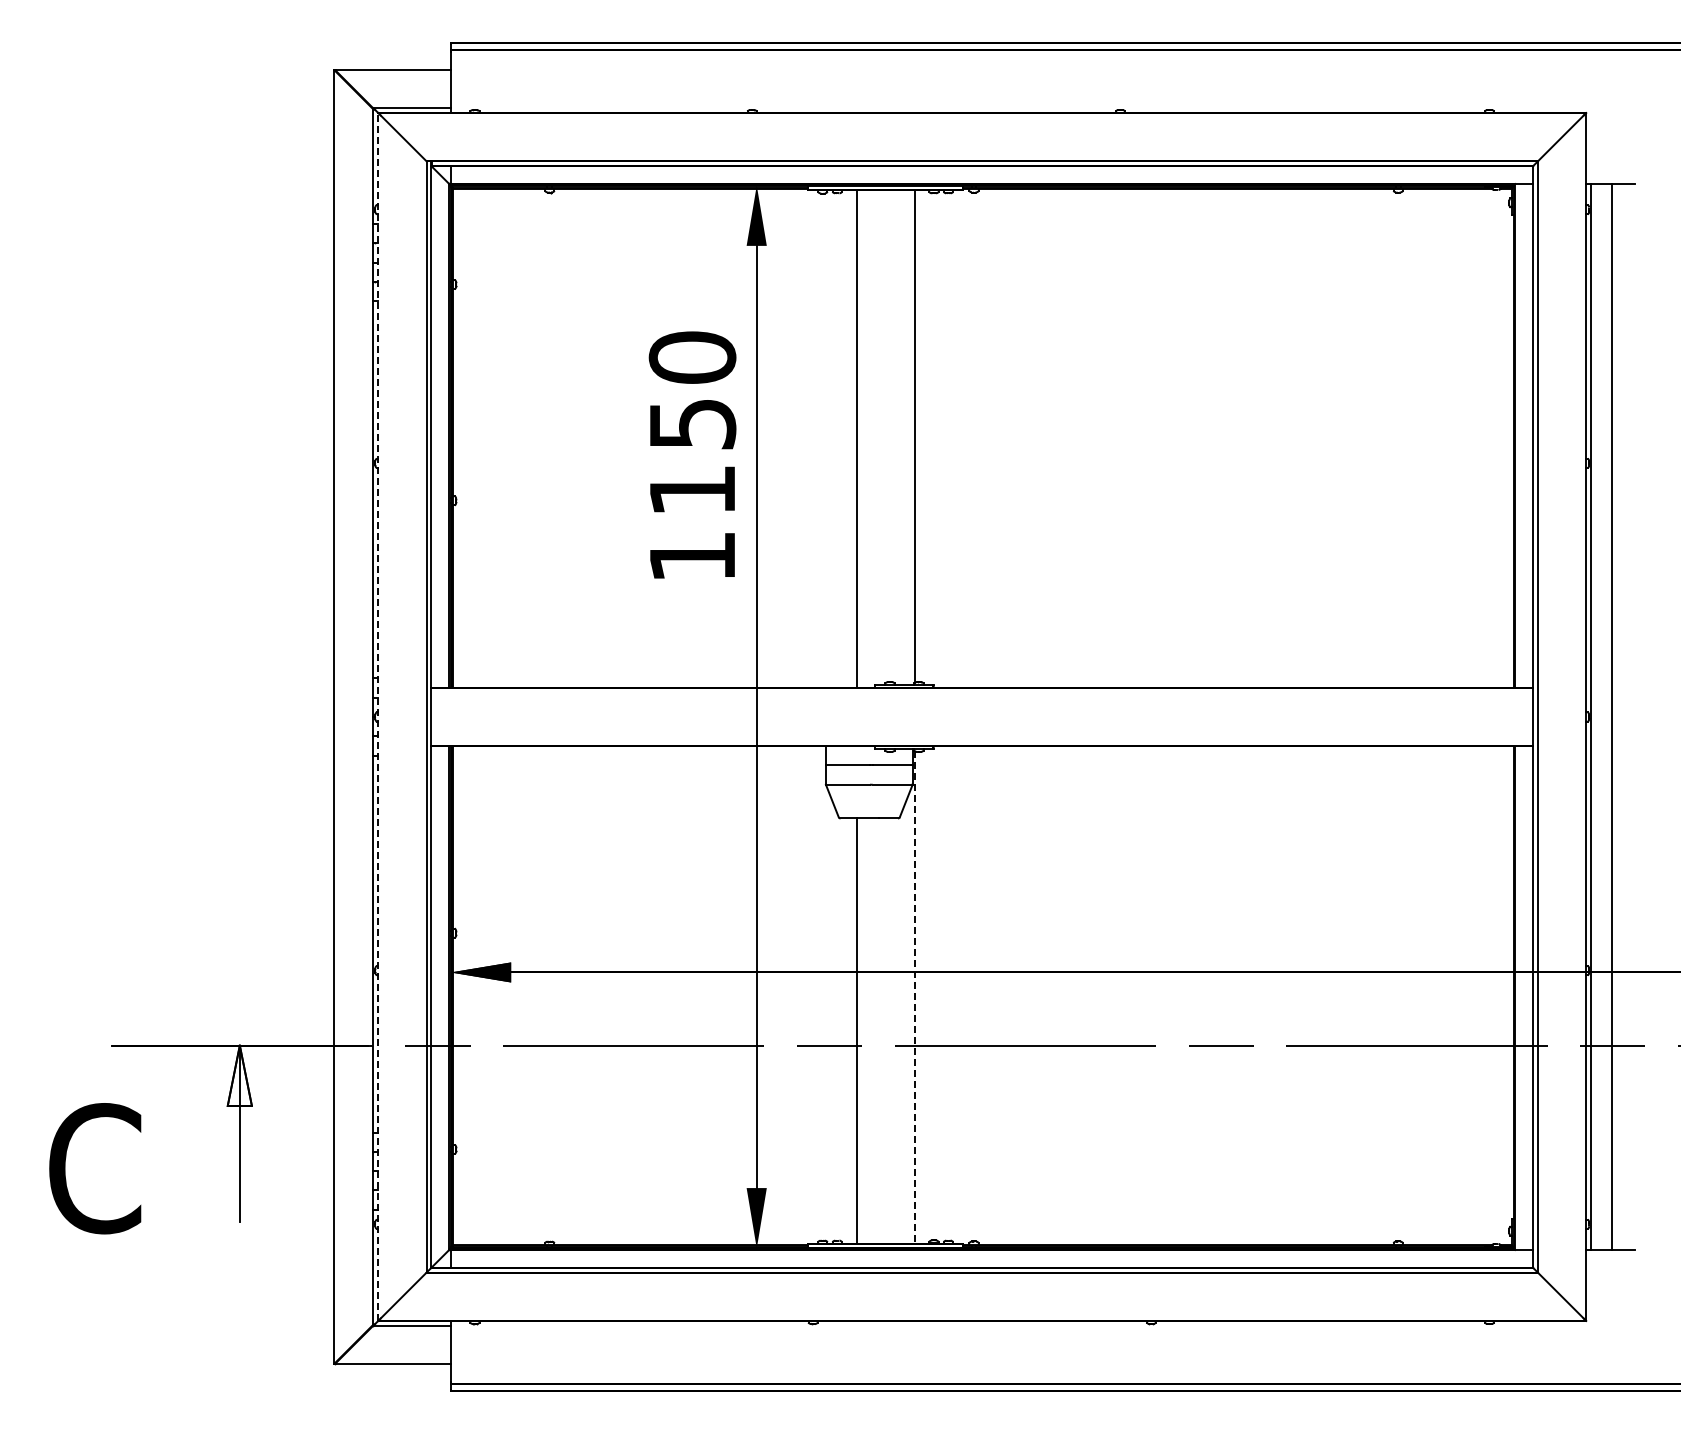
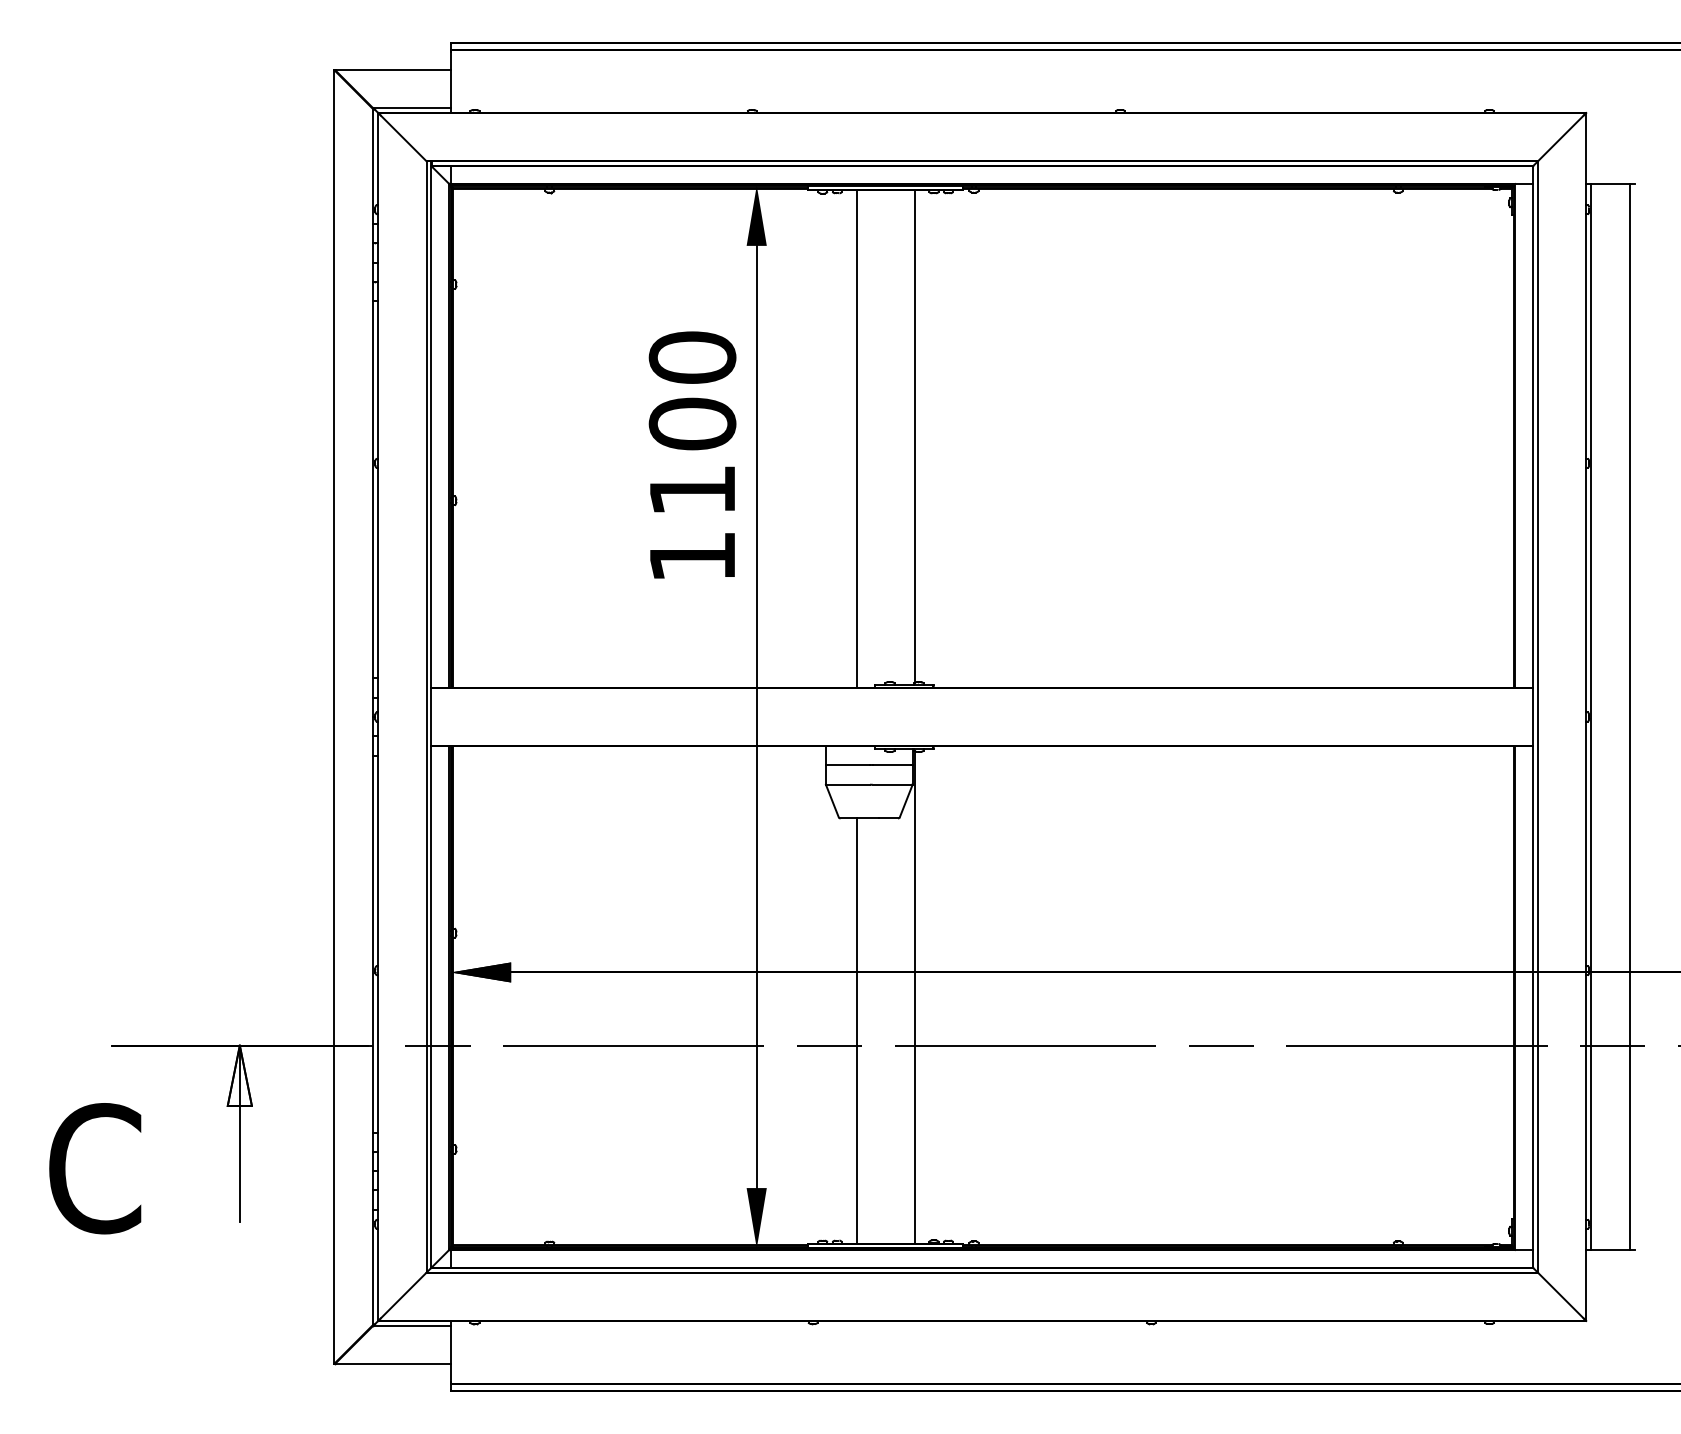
text at (692, 423): 1150 -> 1100
line at (378, 716): dashed -> solid
line at (1611, 716) position: (1611, 716) -> (1629, 716)
line at (914, 997): dashed -> solid
